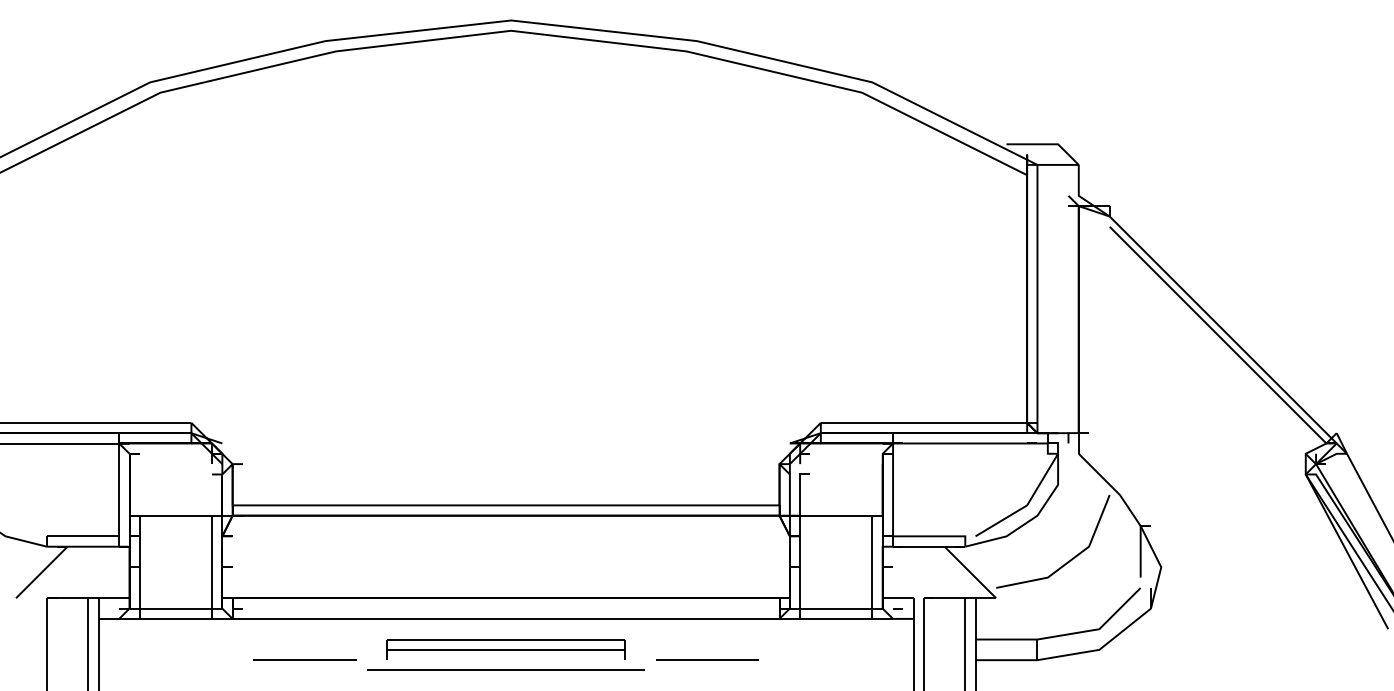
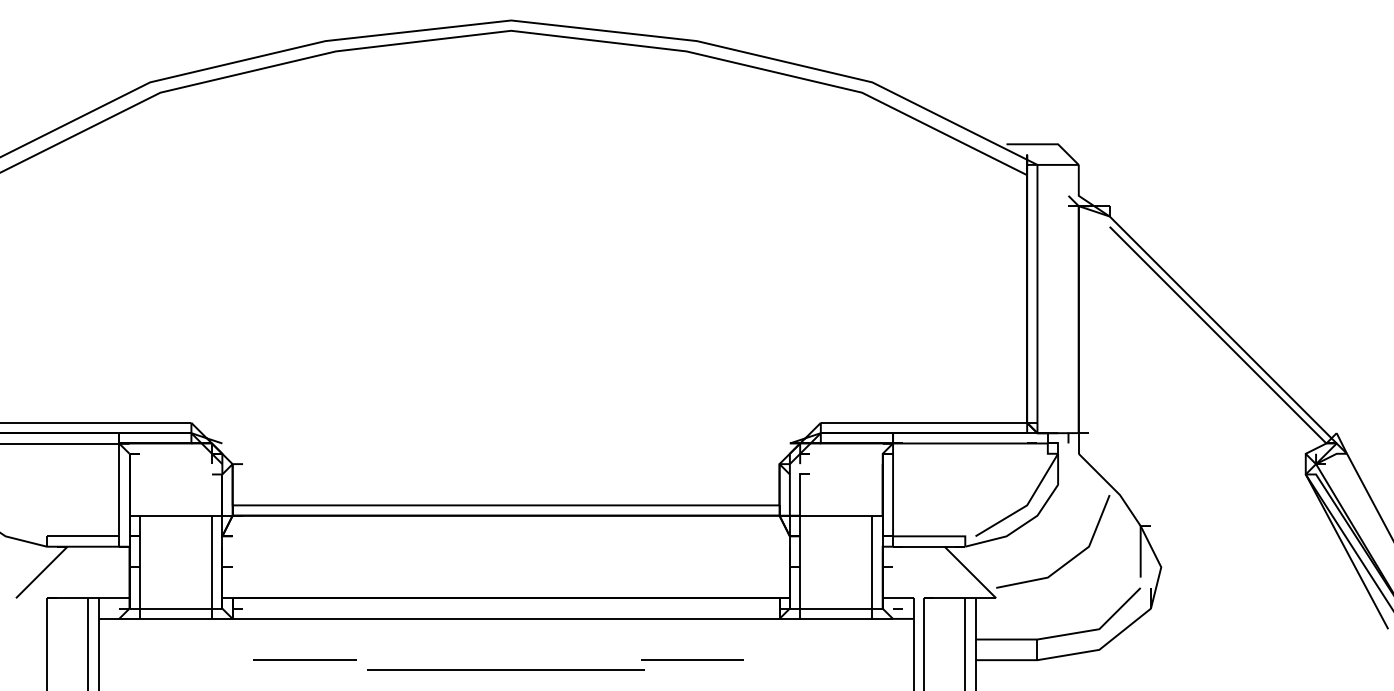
part at (505, 649): present -> none
line at (707, 659) position: (707, 659) -> (692, 659)
